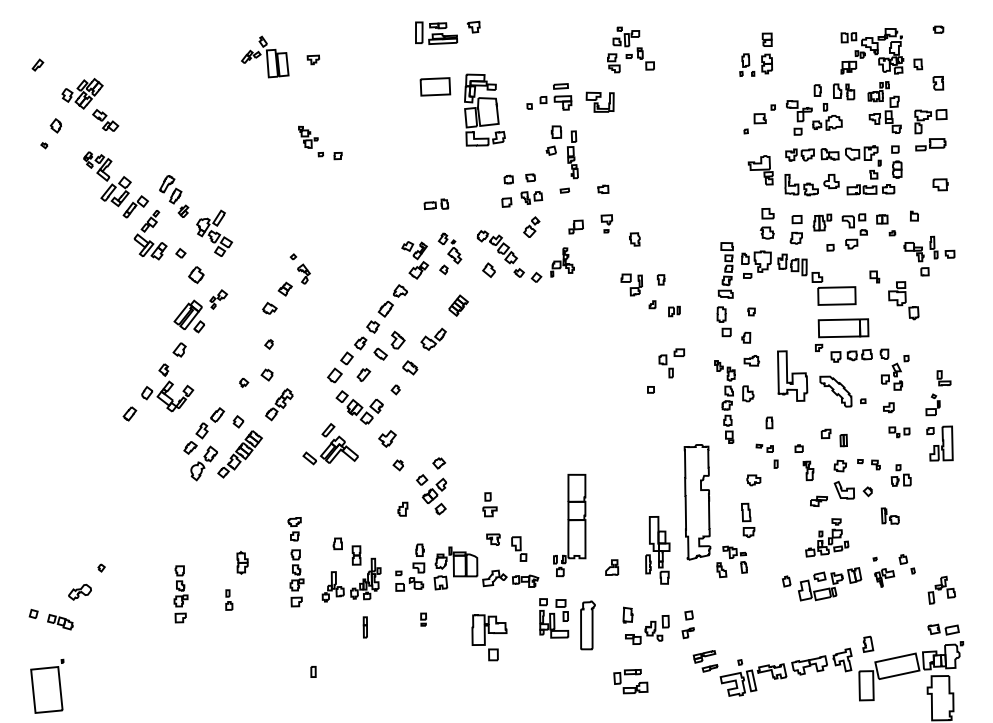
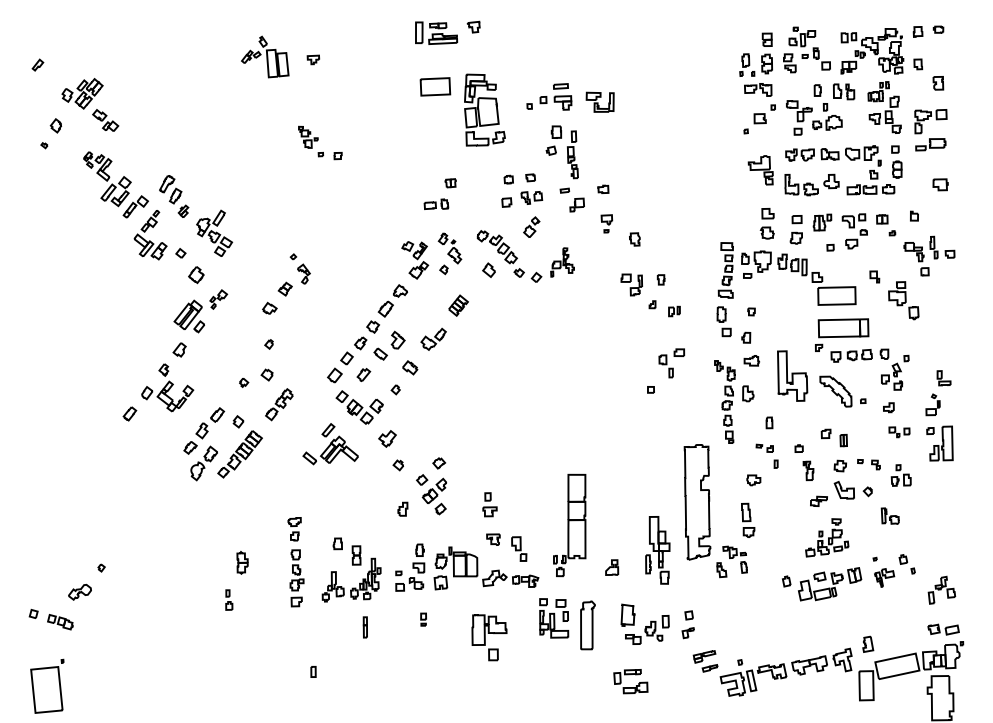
part at (917, 31): none -> present
part at (630, 49) position: (630, 49) -> (806, 49)
part at (758, 89): none -> present
part at (450, 183): none -> present
part at (575, 226) position: (575, 226) -> (576, 204)
part at (180, 594): present -> none
part at (627, 614) size: 12x18 px -> 16x24 px
